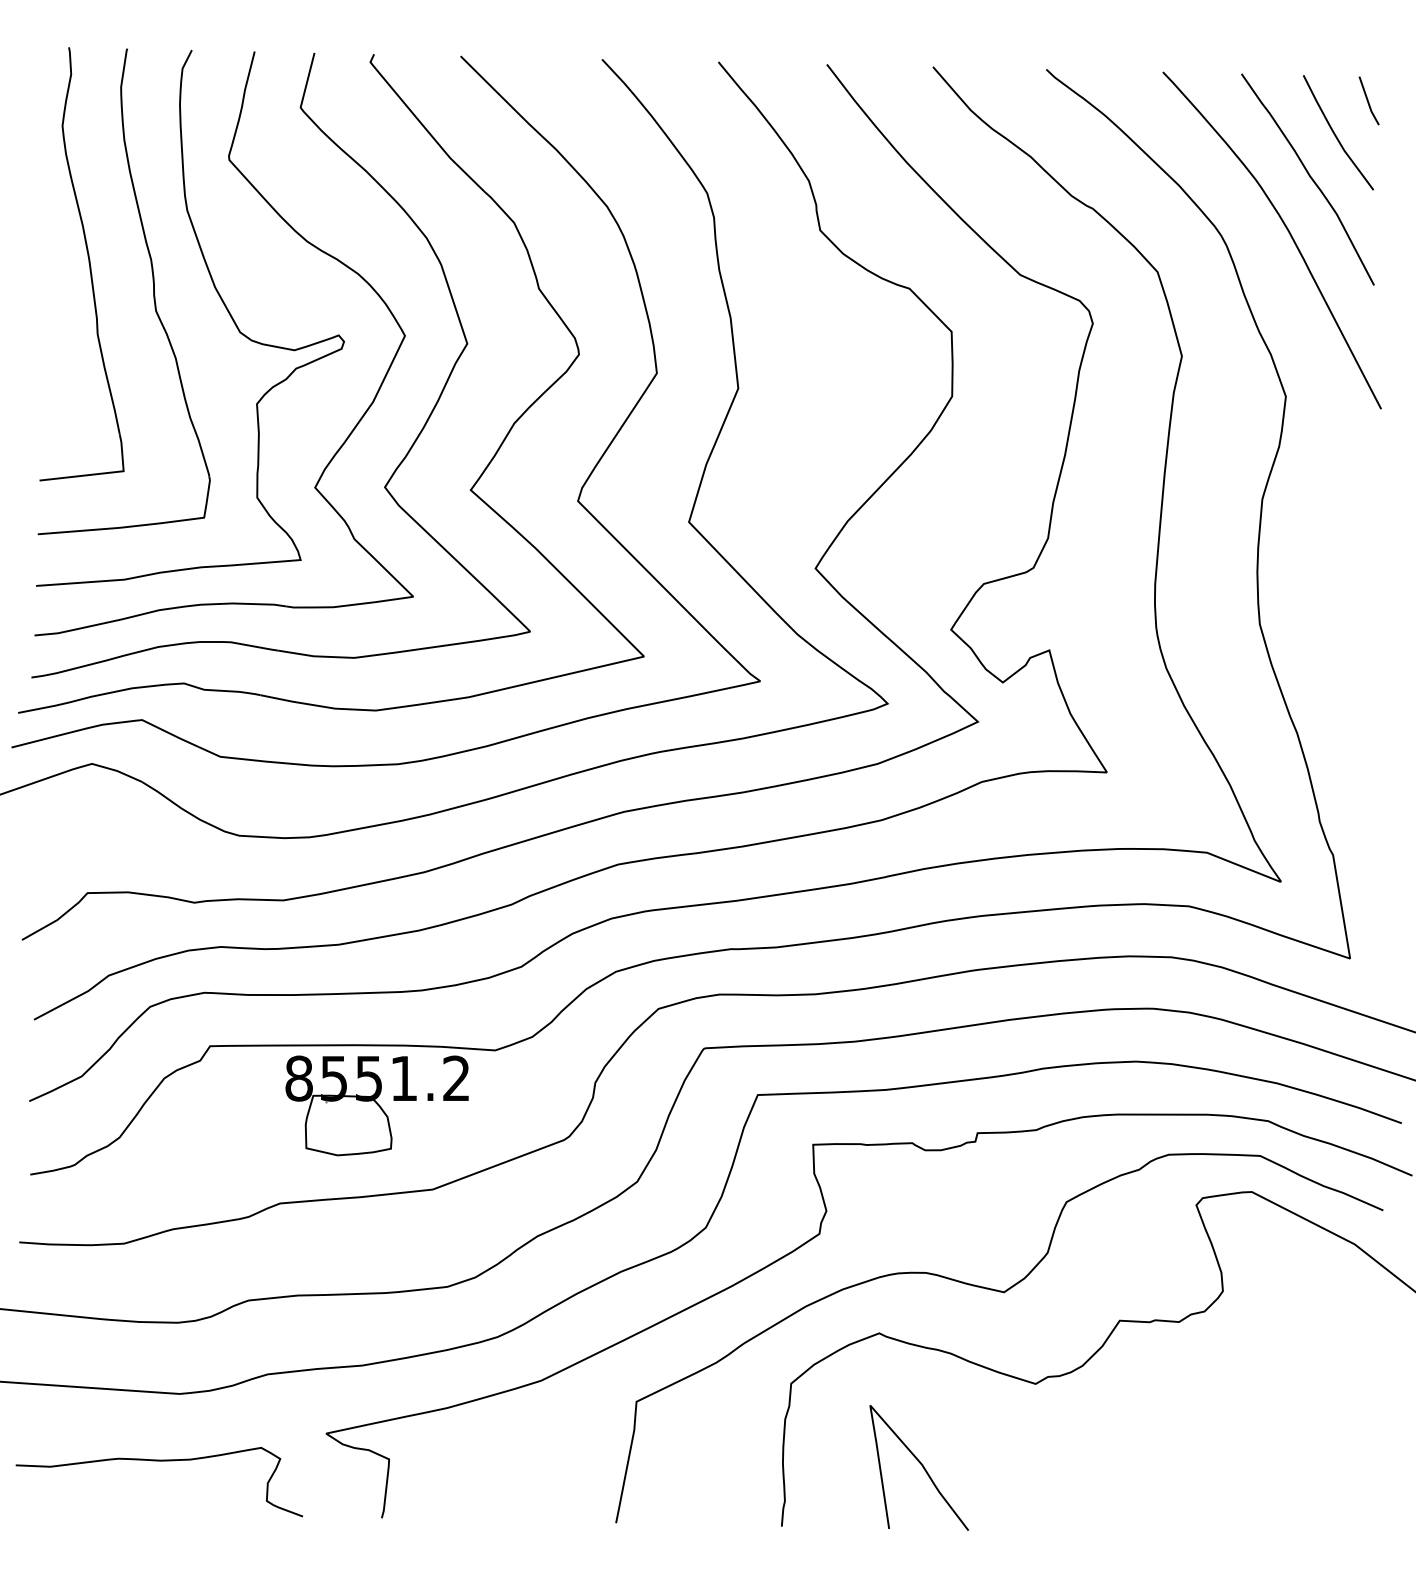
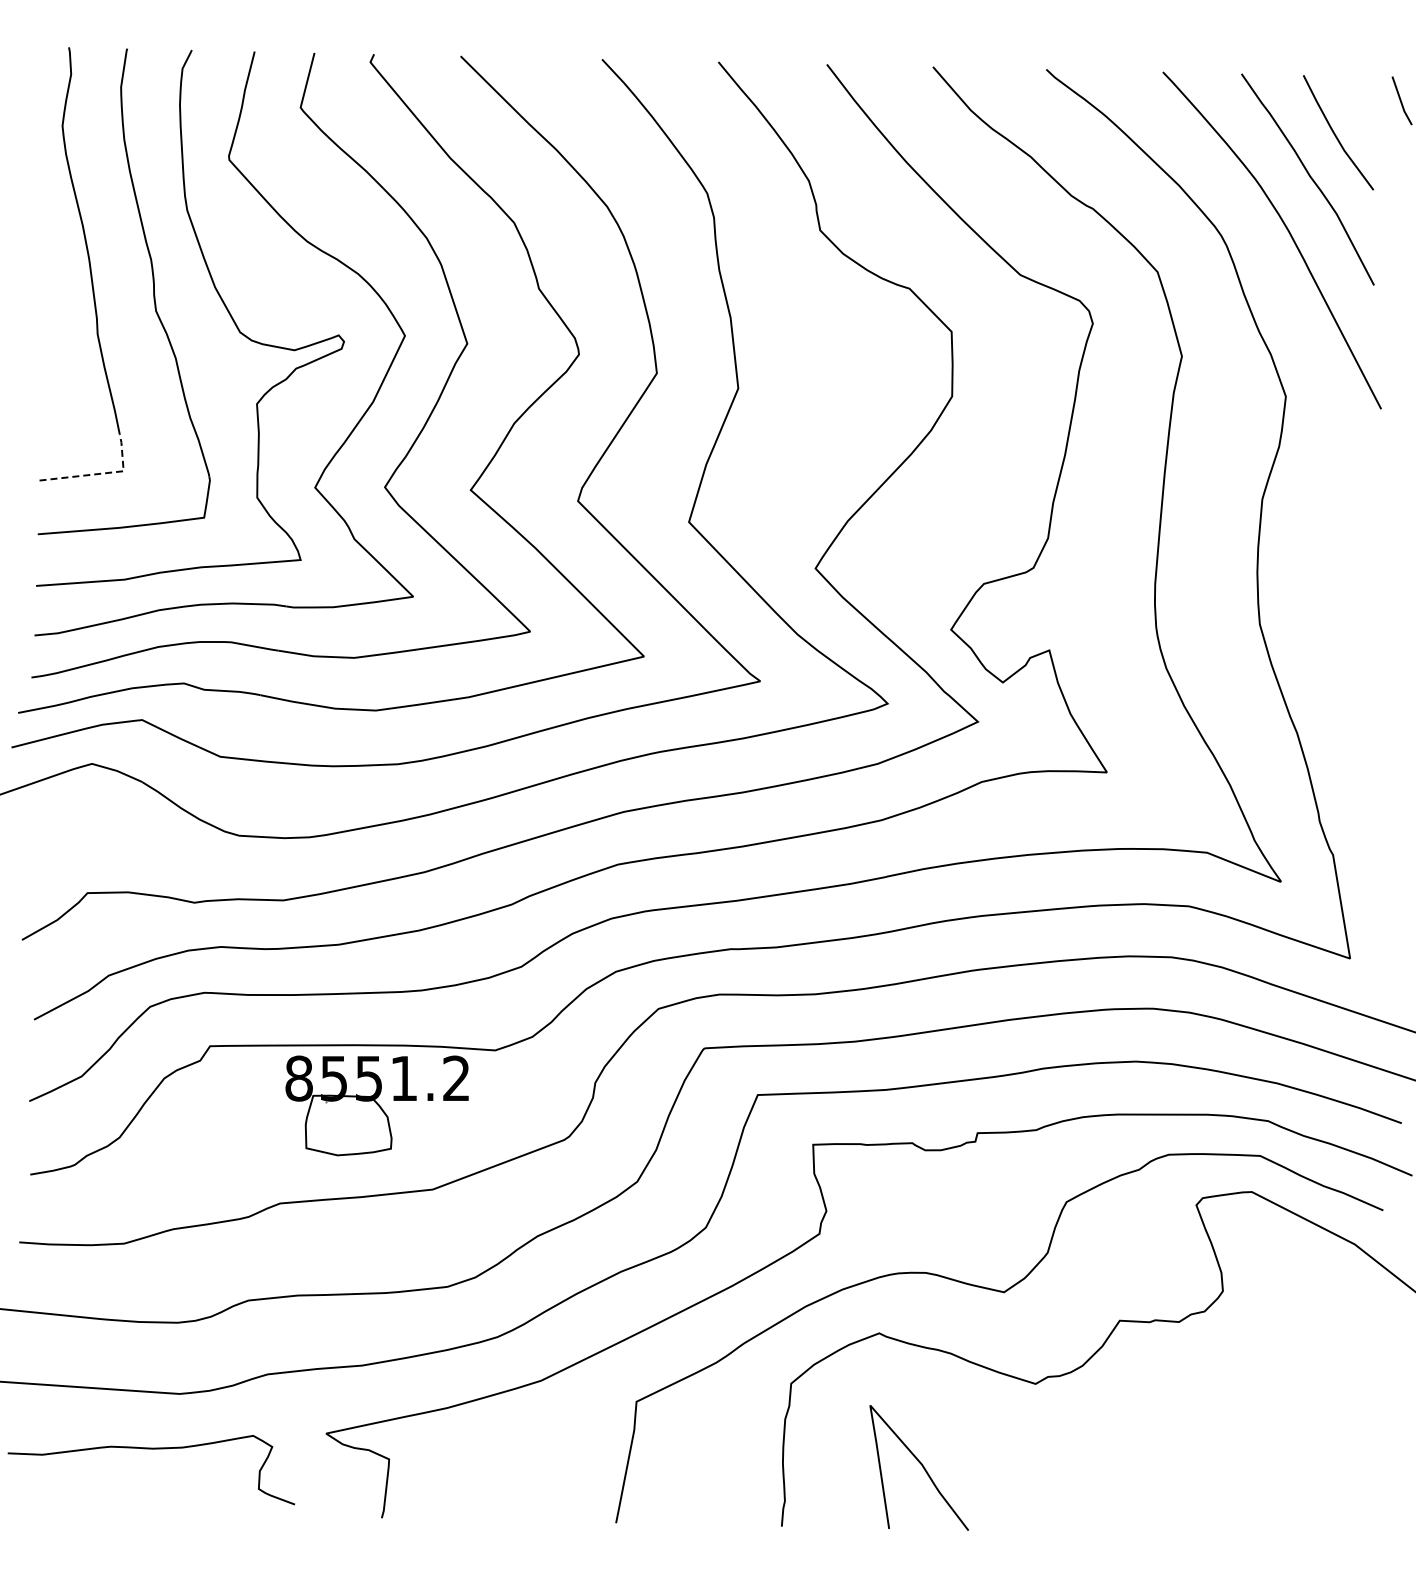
line at (1368, 100) position: (1368, 100) -> (1401, 100)
line at (101, 473): solid -> dashed
curve at (159, 1461) position: (159, 1461) -> (151, 1449)
